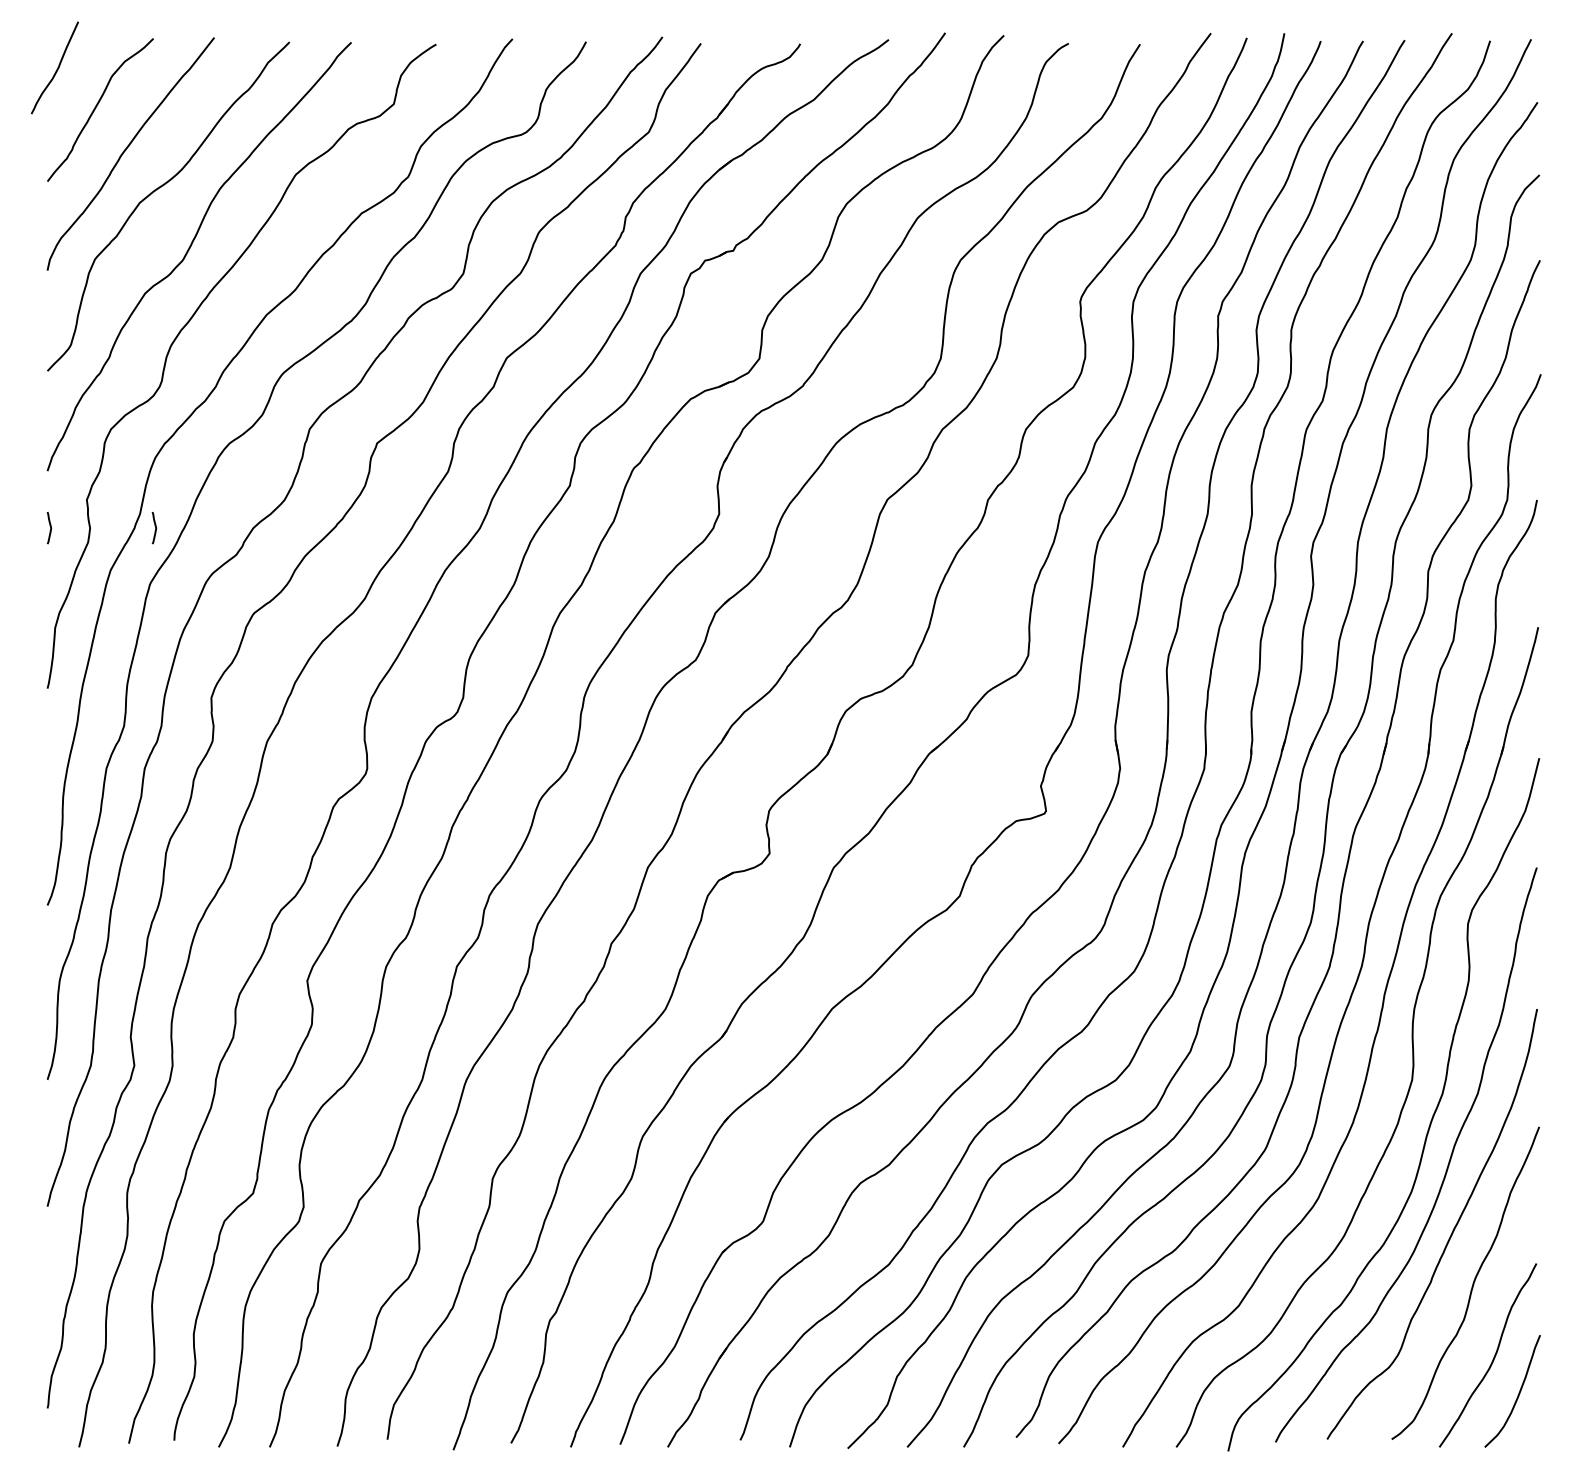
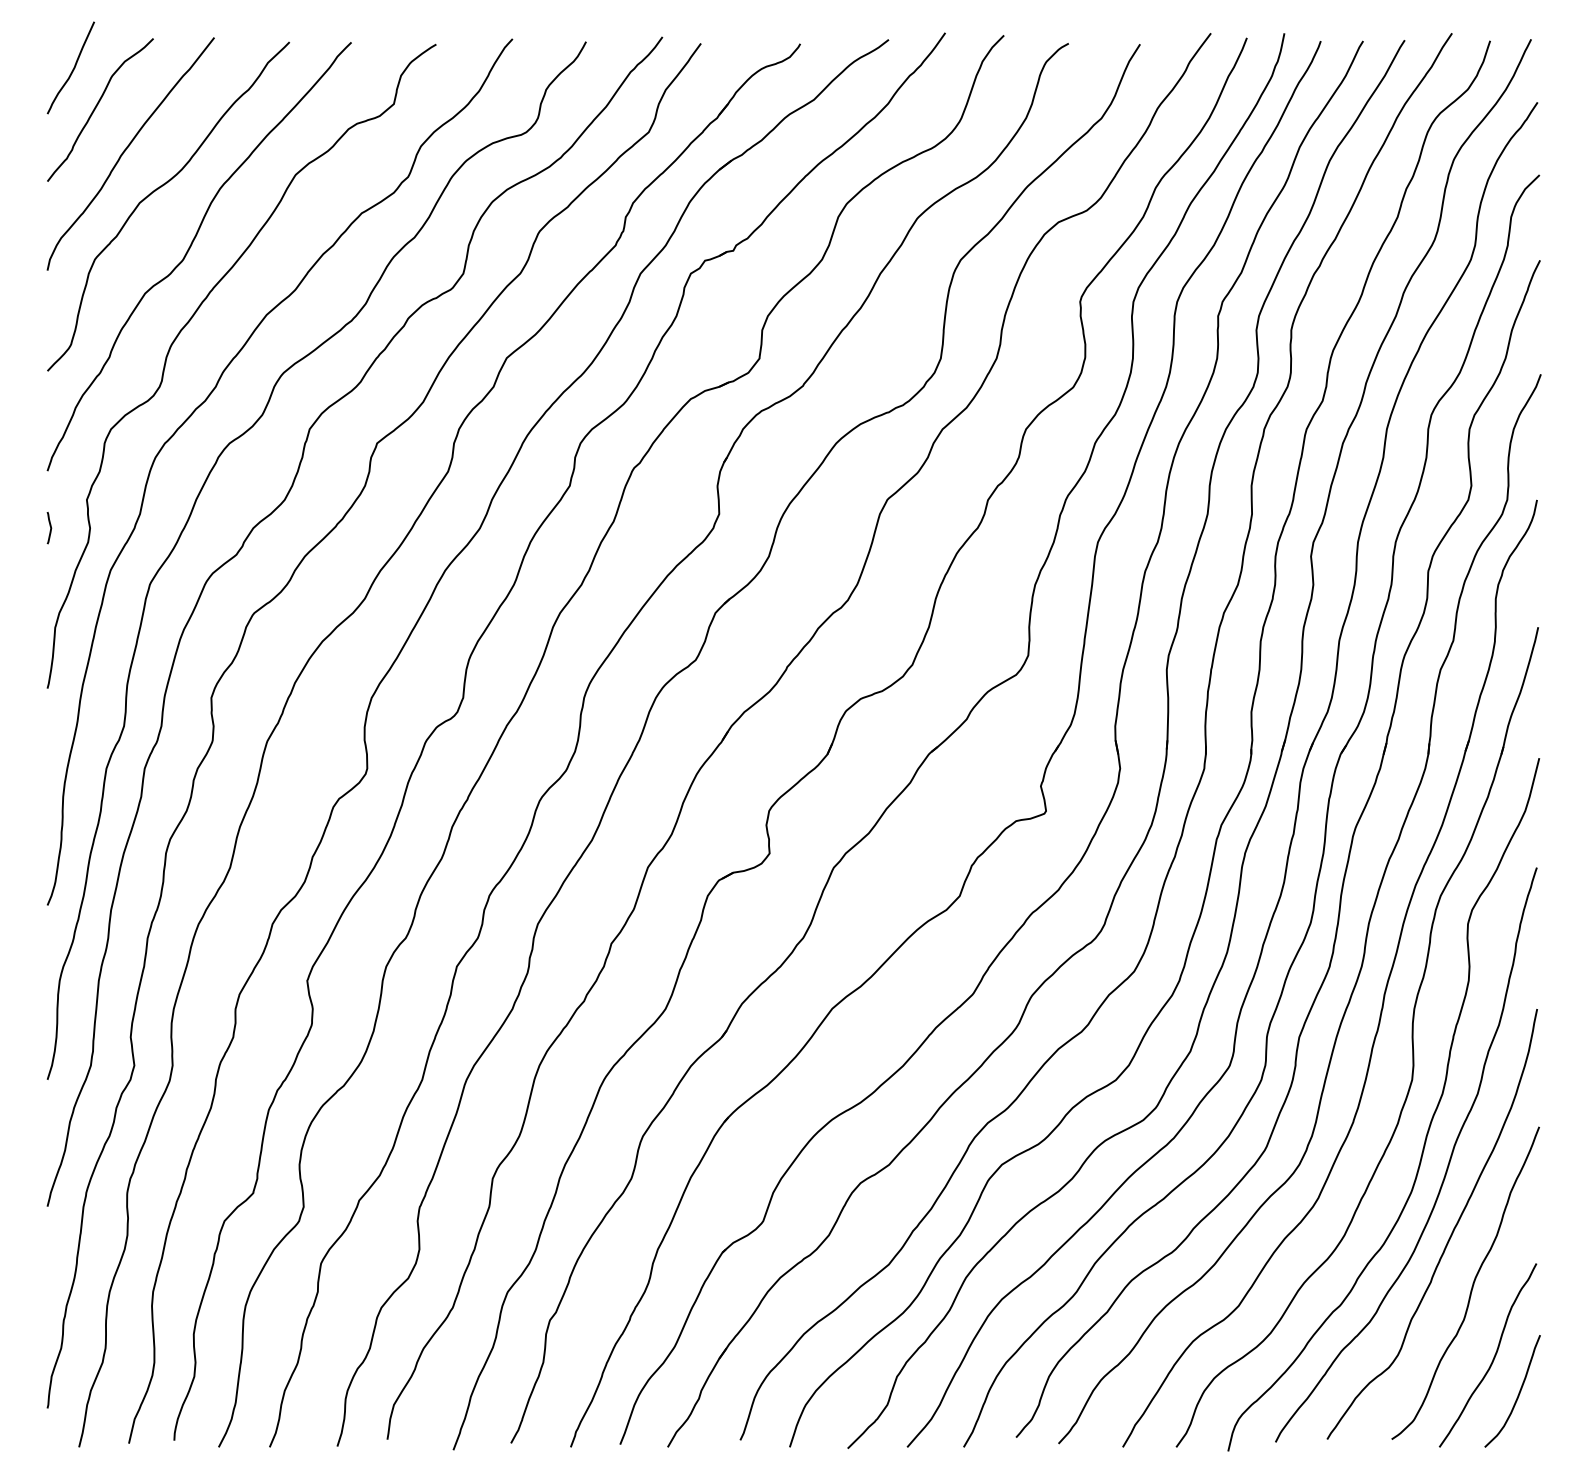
curve at (56, 69) position: (56, 69) -> (72, 69)
curve at (155, 528): present -> none
